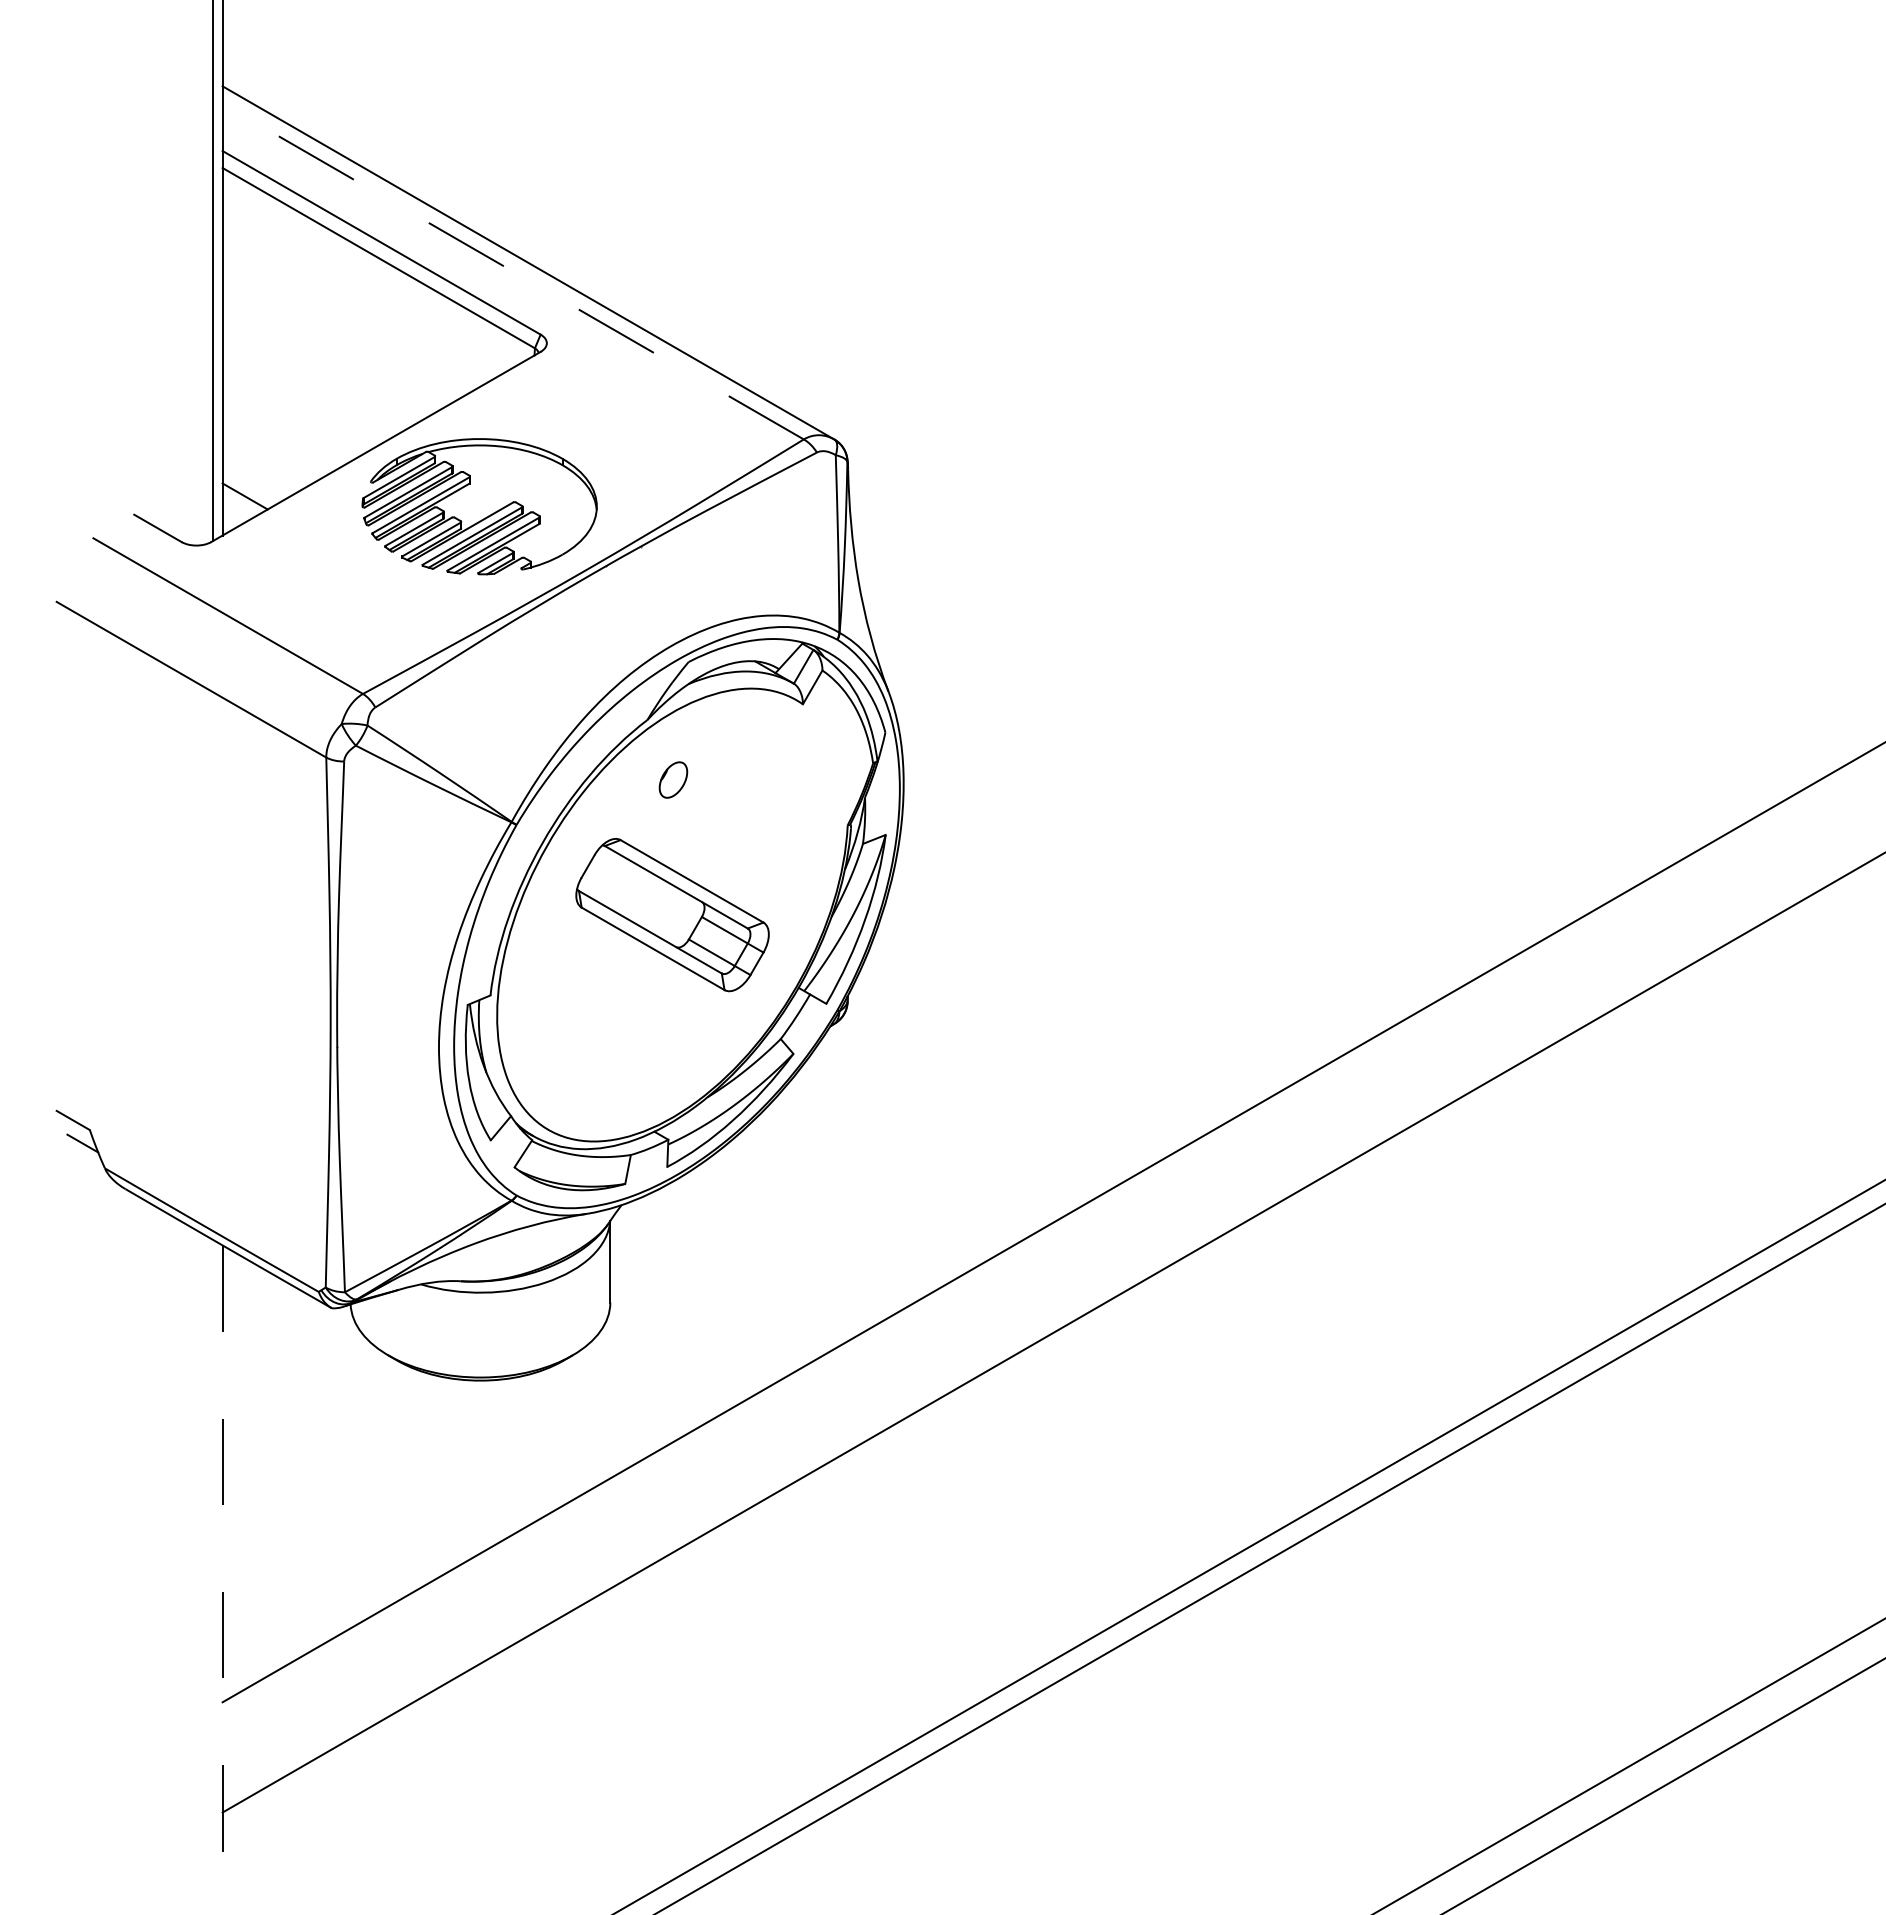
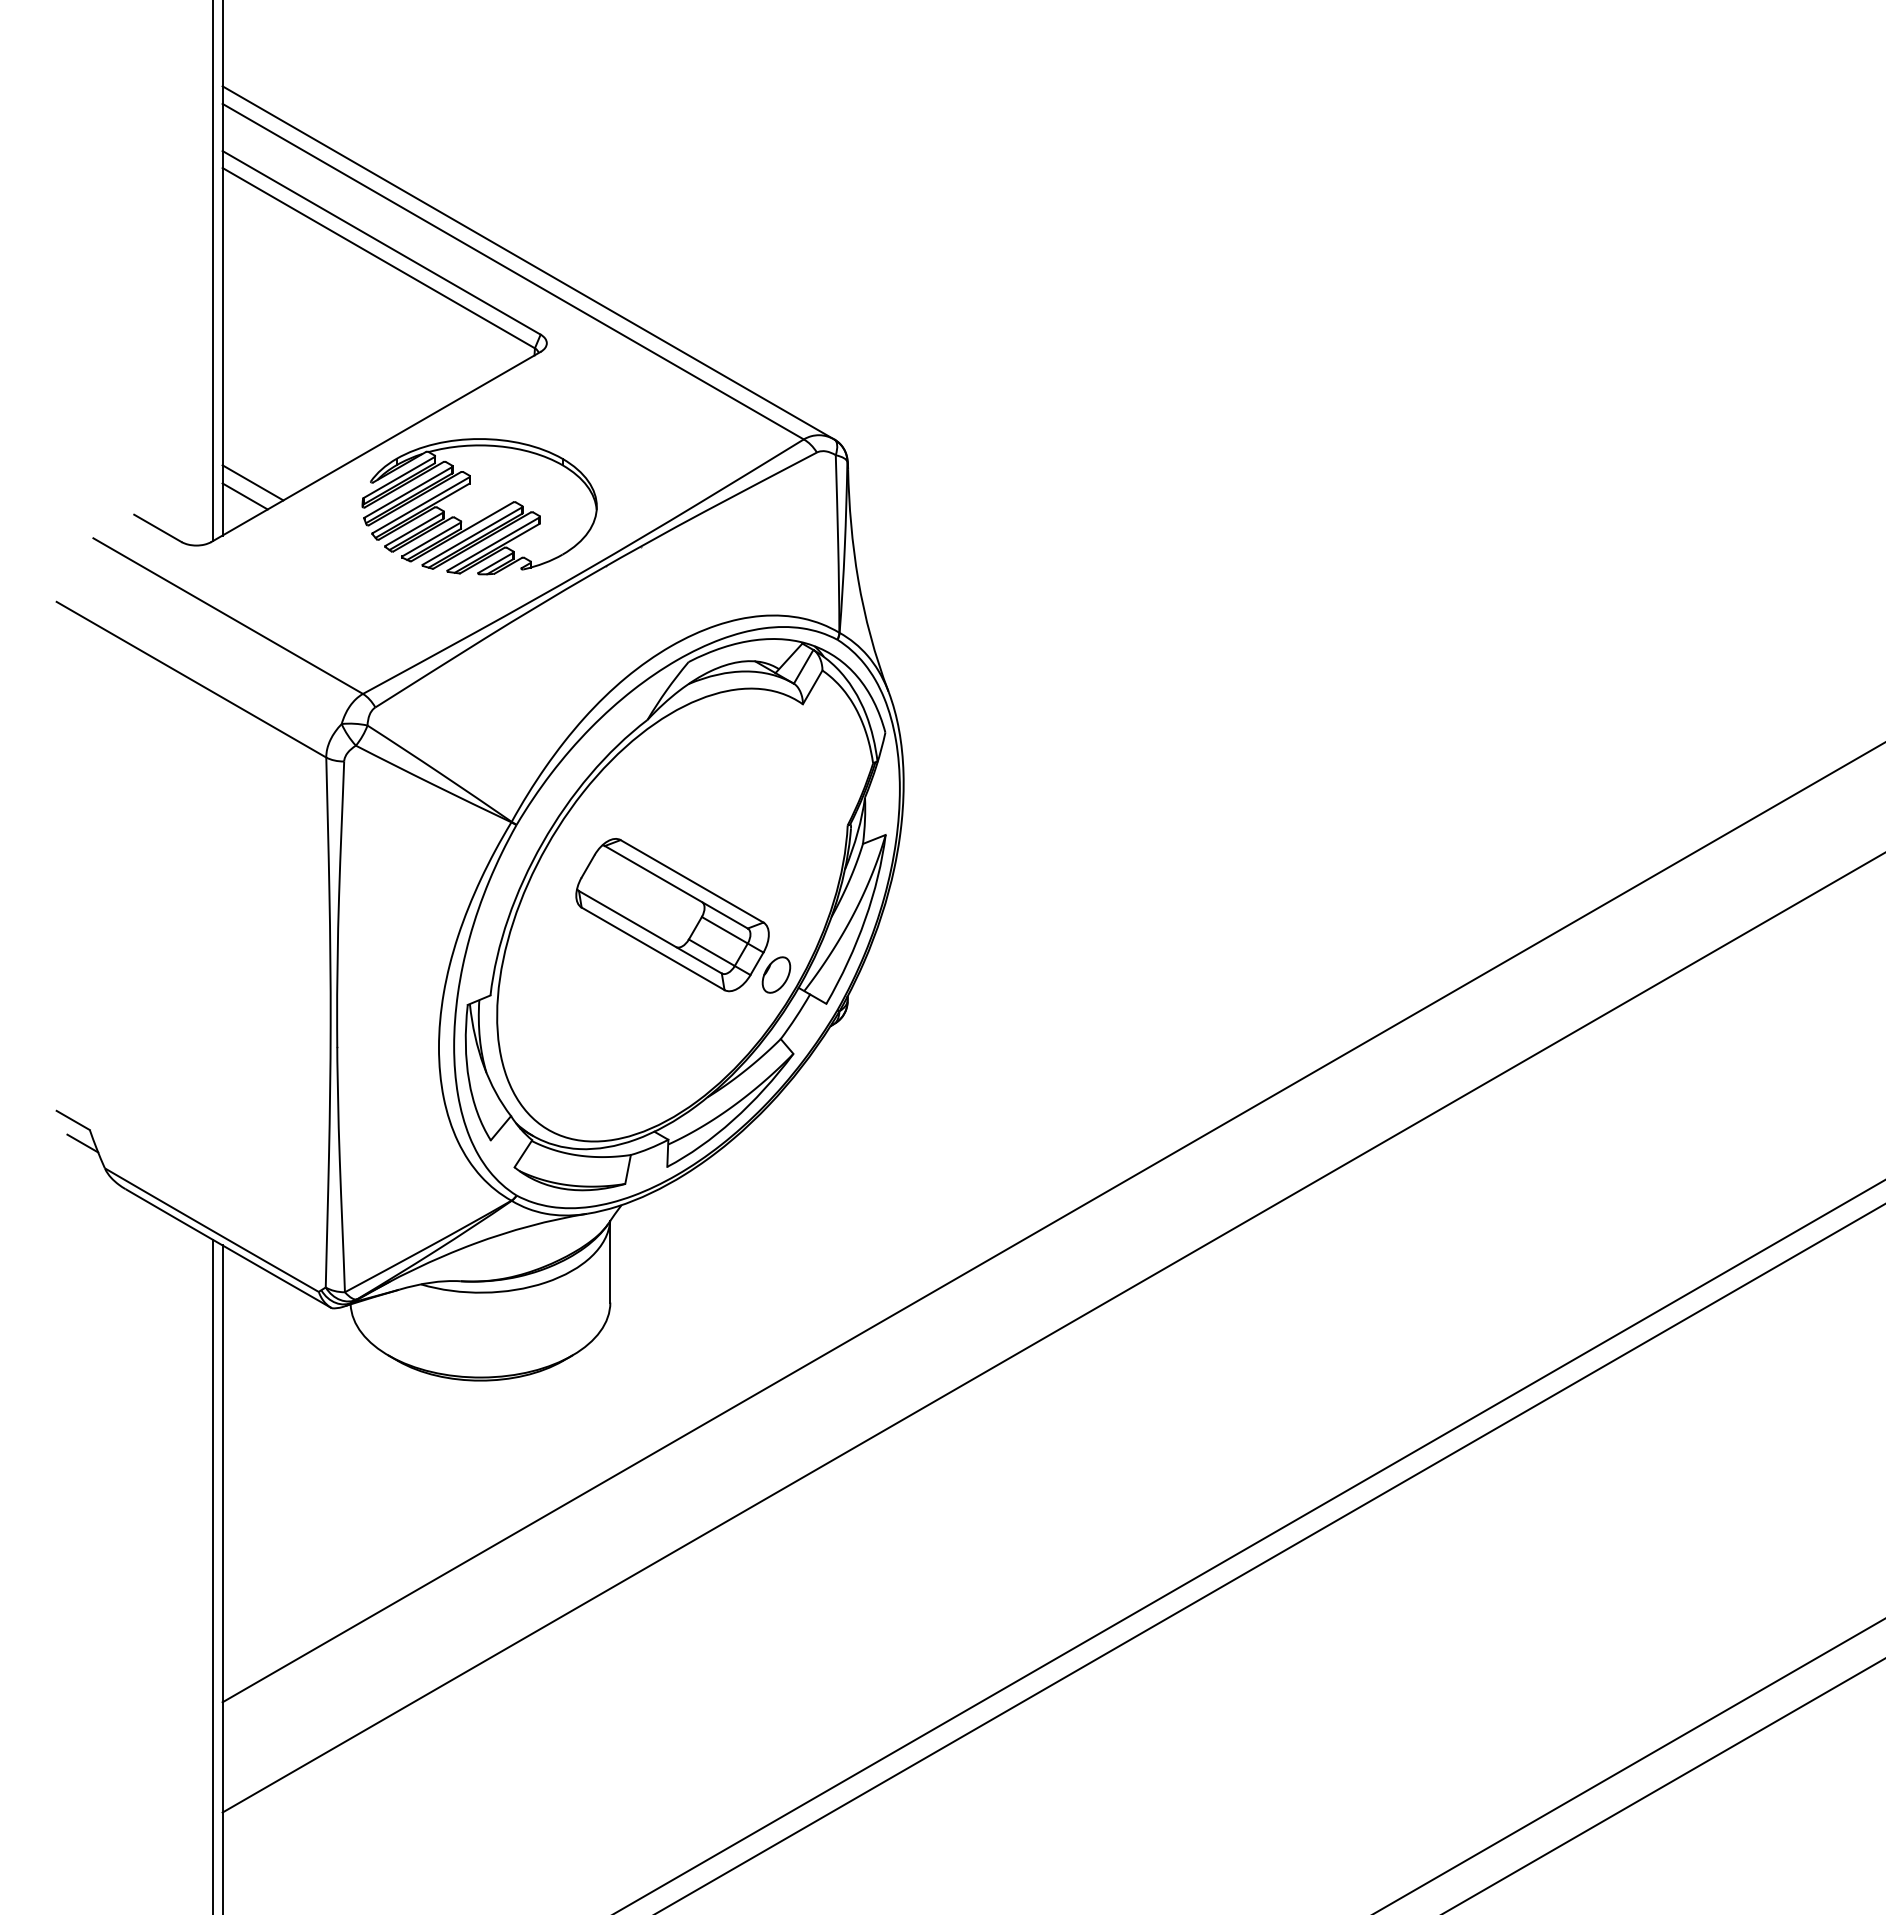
line at (513, 271): dashed -> solid
line at (252, 482): none -> present
part at (673, 779) position: (673, 779) -> (776, 974)
line at (212, 1575): none -> present
line at (222, 1580): dashed -> solid
